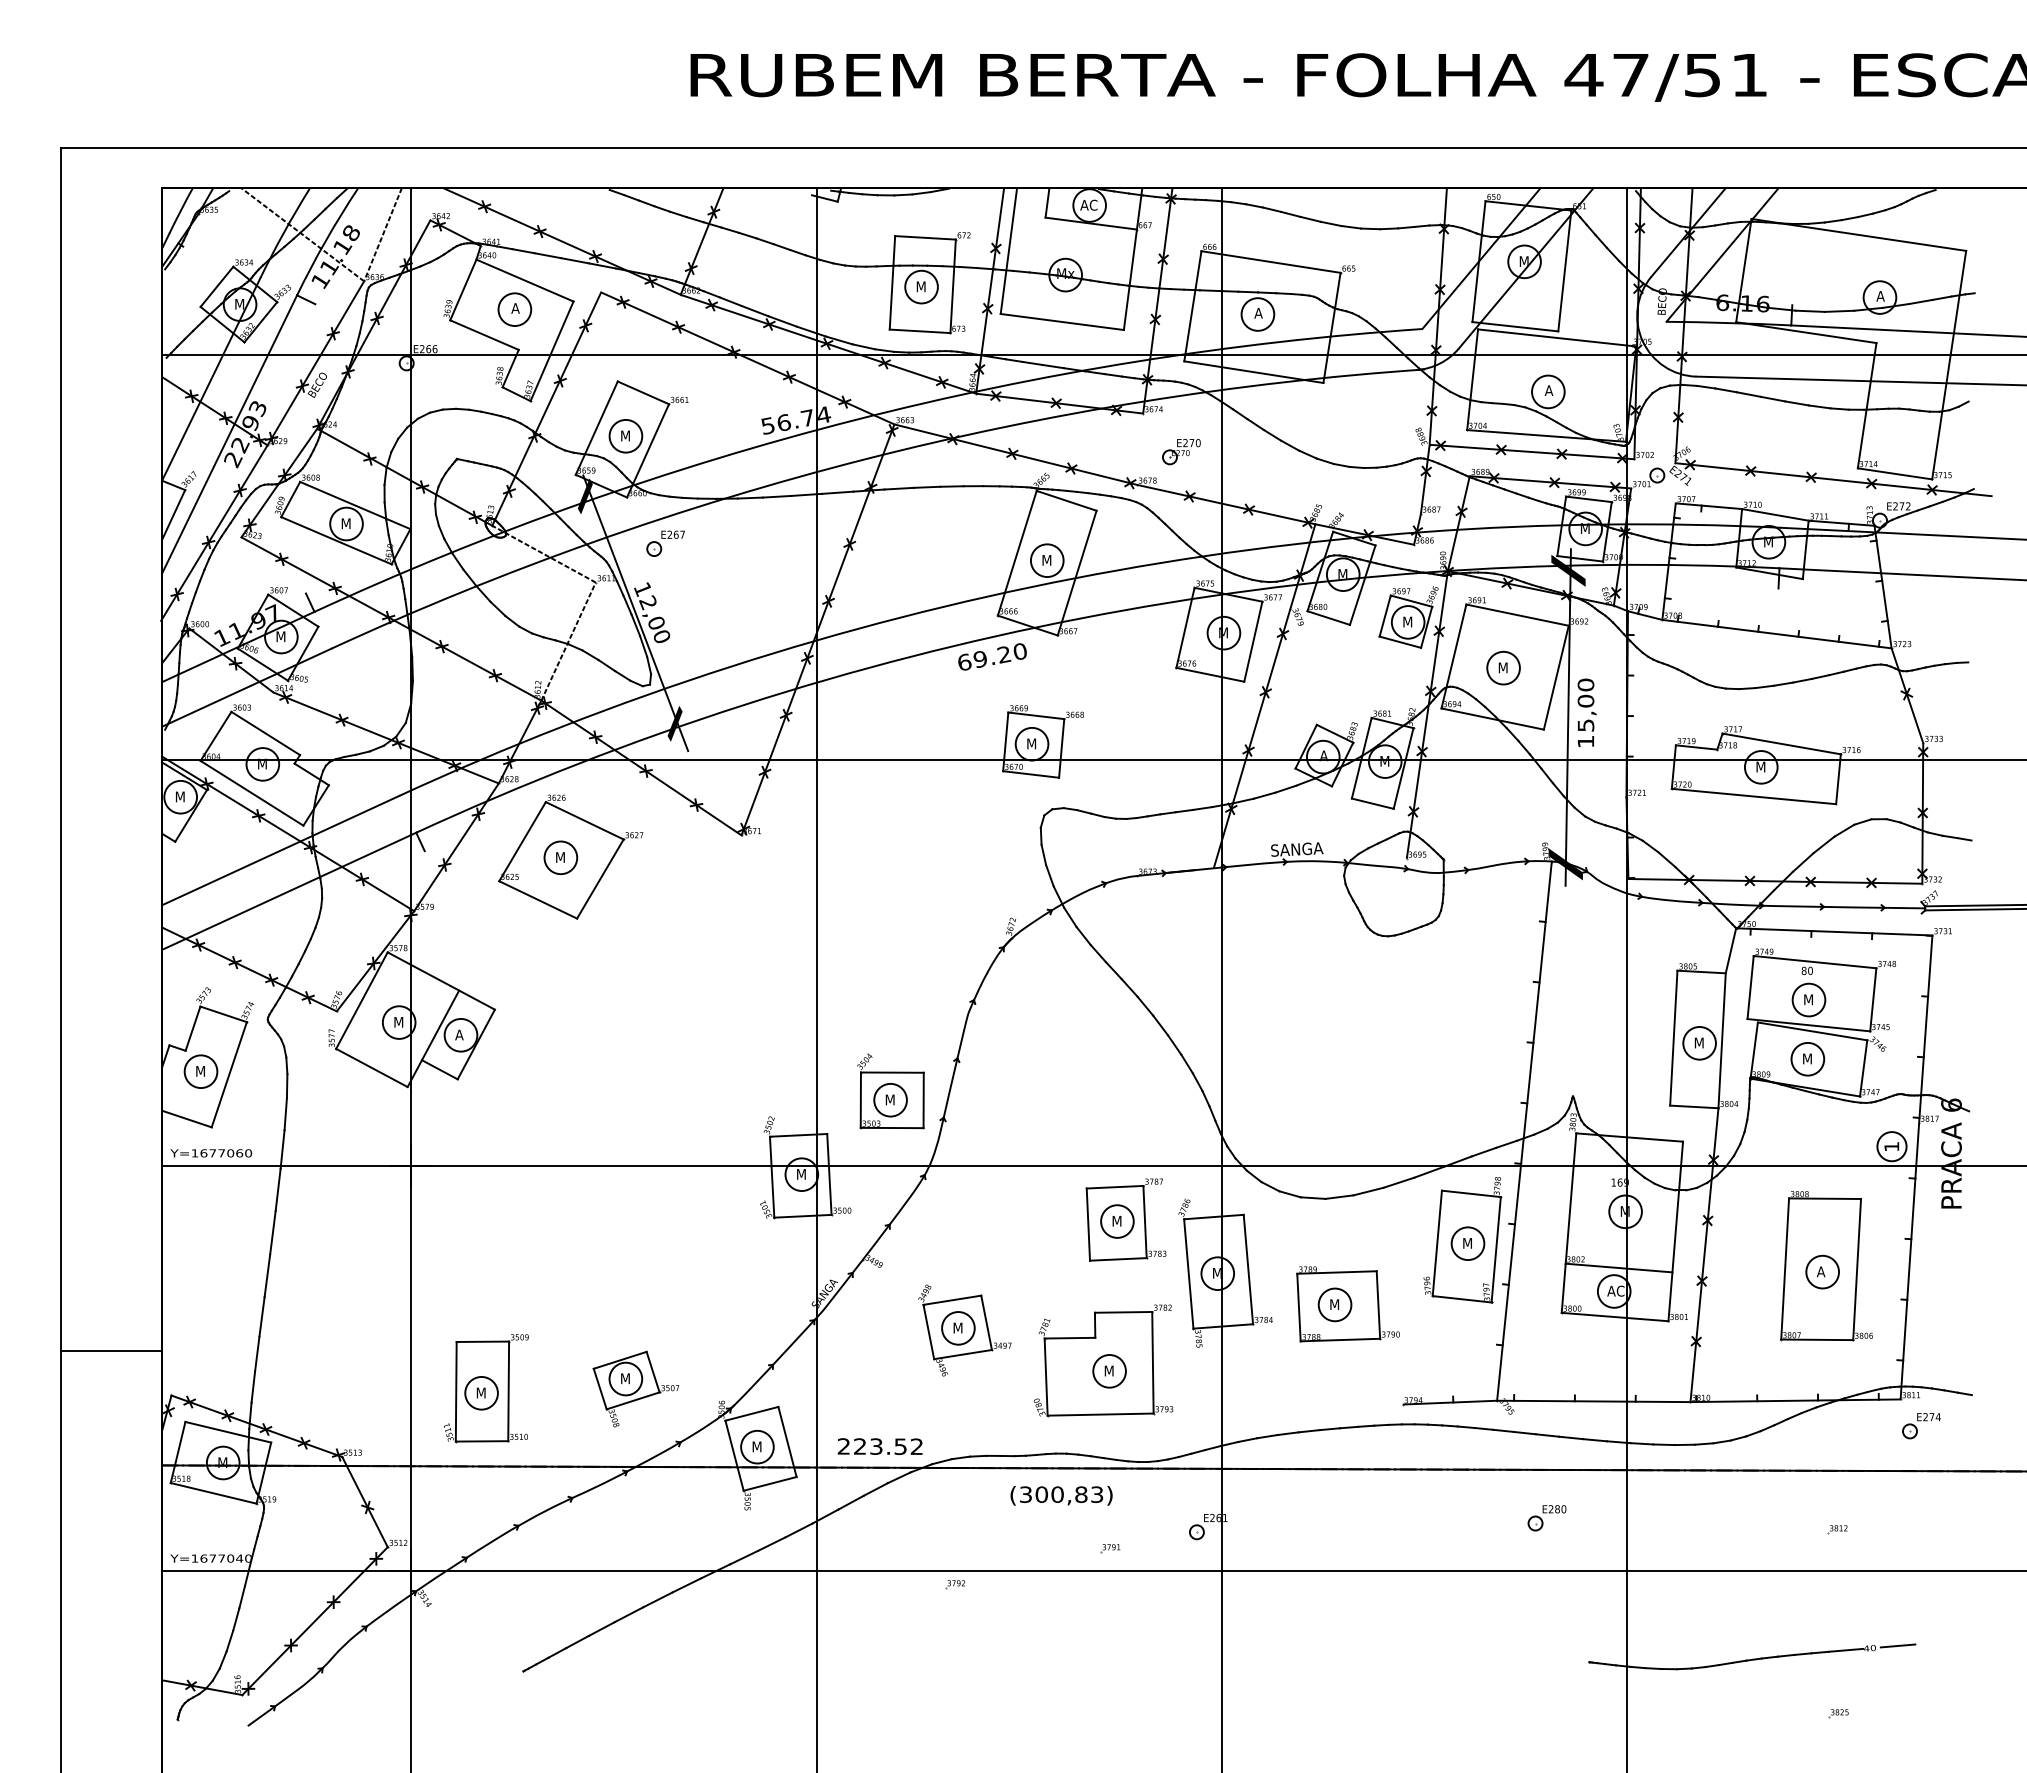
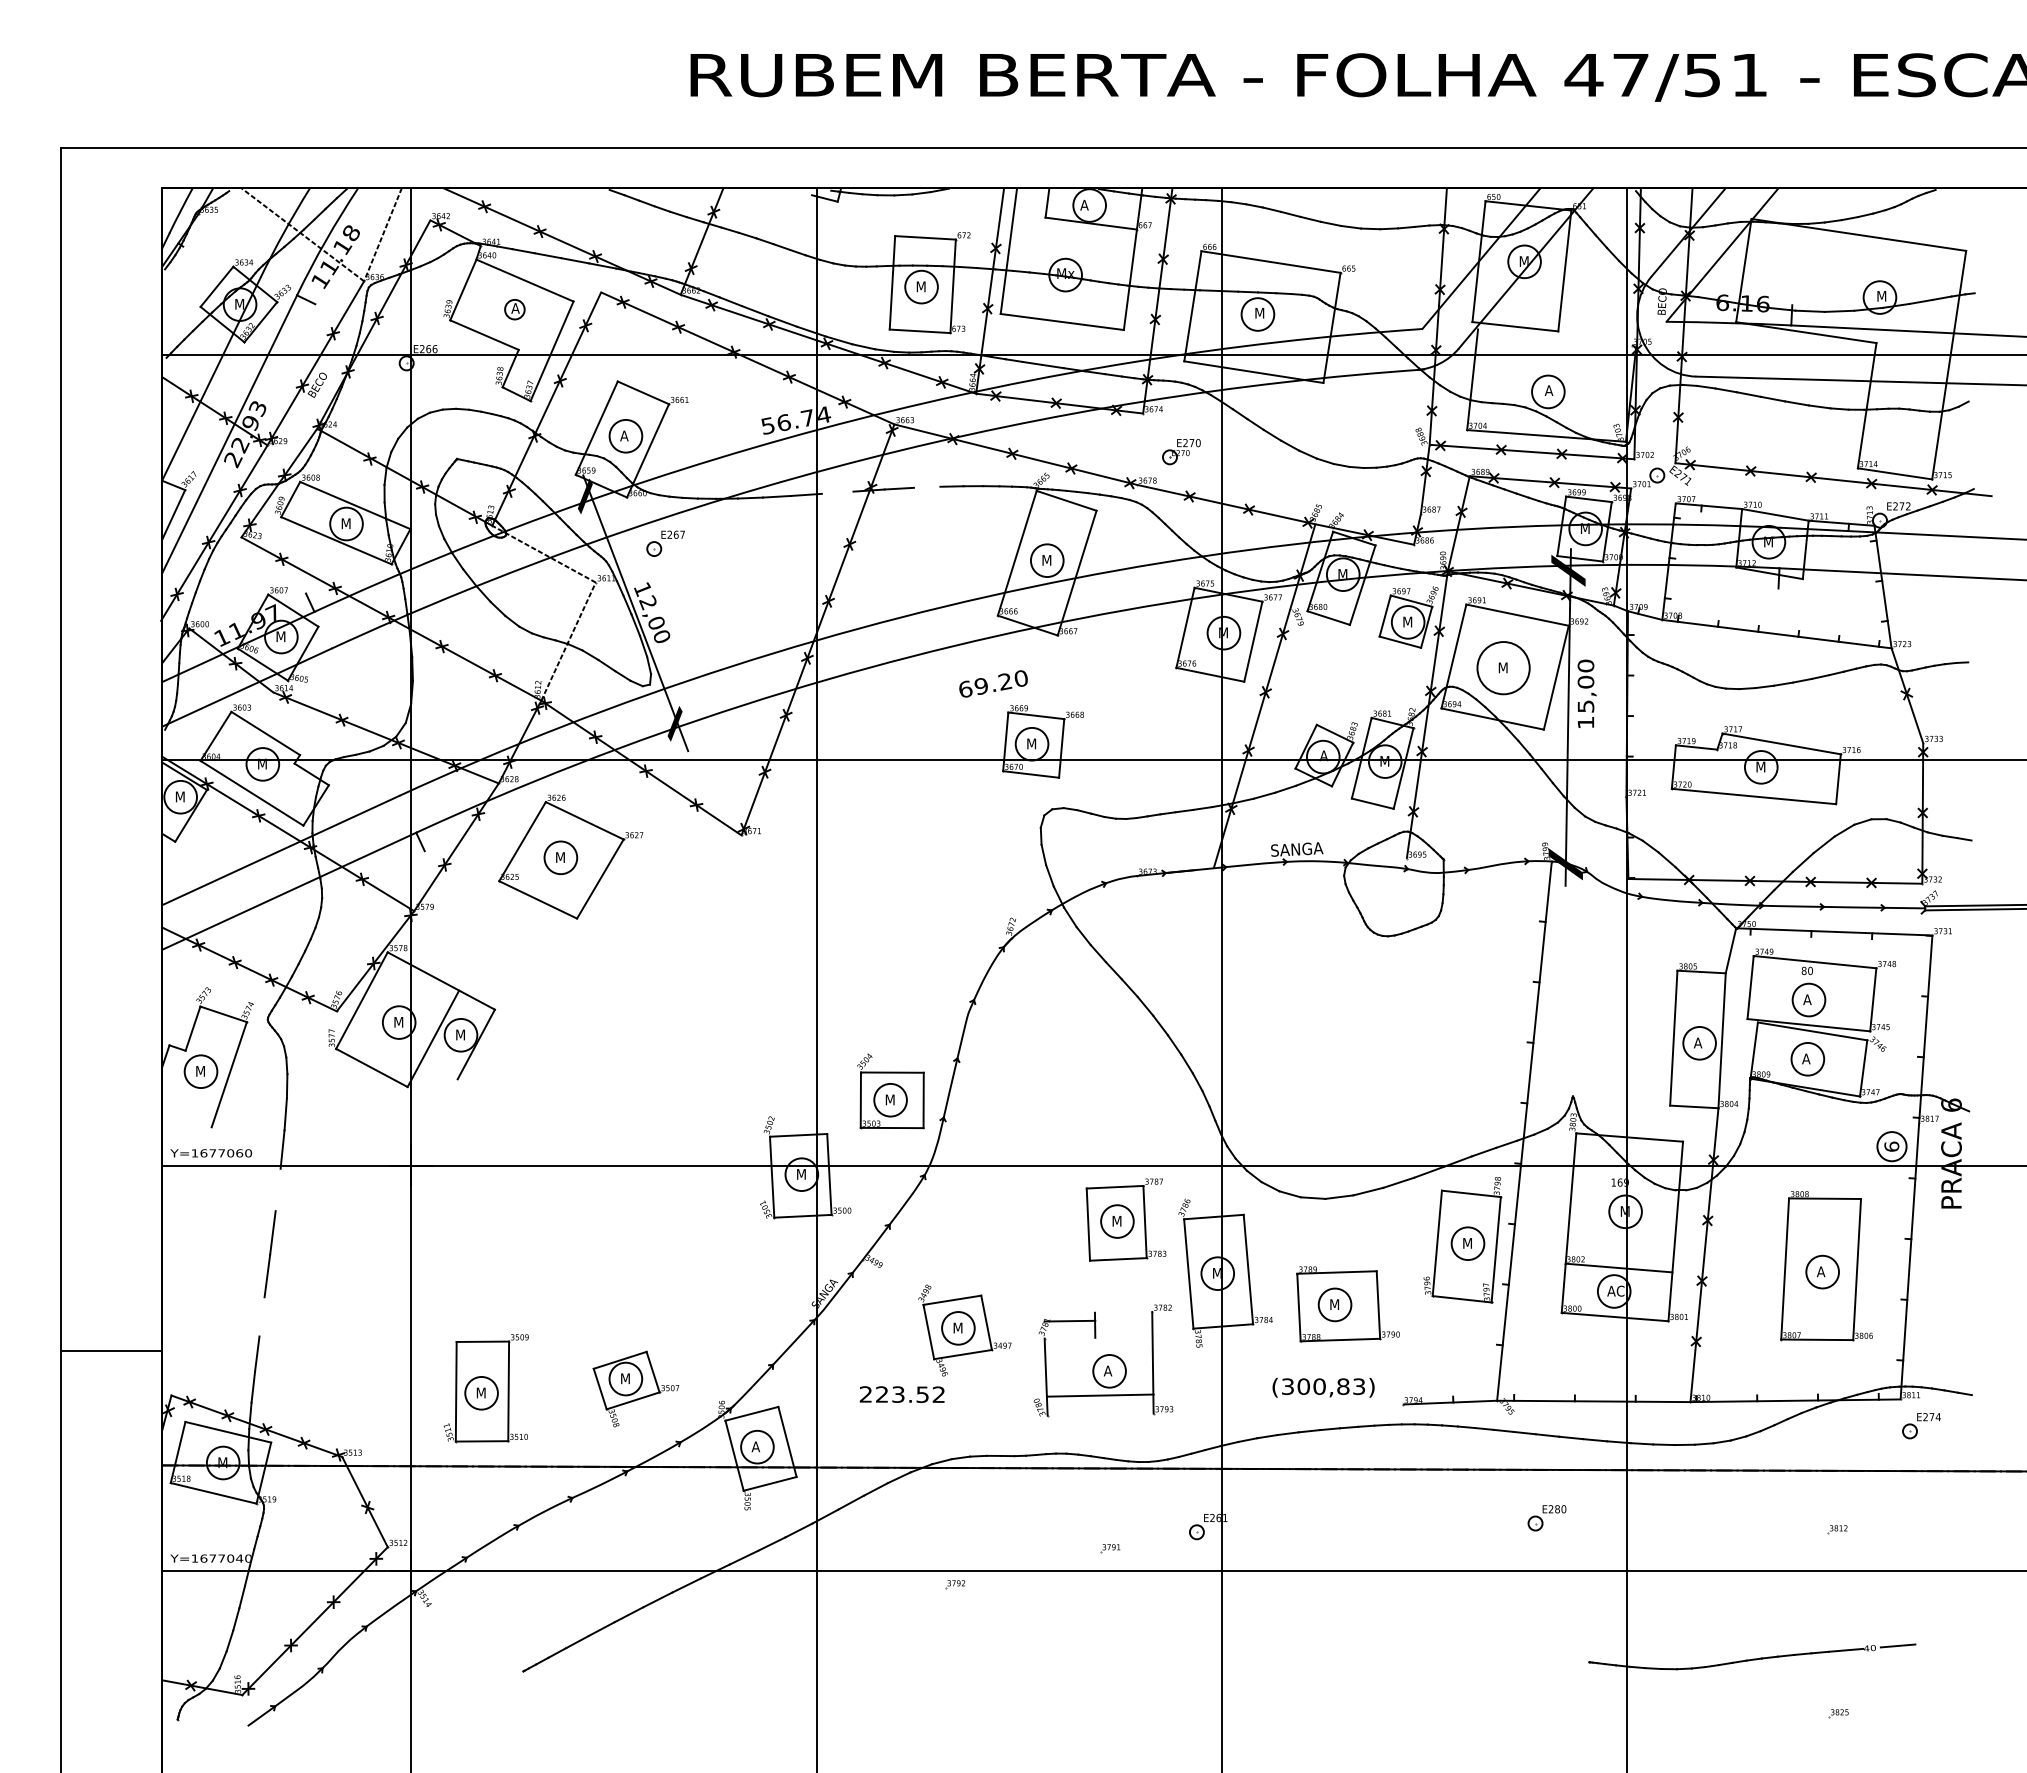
text at (1093, 204): AC -> A
text at (1881, 296): A -> M
circle at (514, 309) diameter: 33 px -> 20 px
text at (1259, 313): A -> M
line at (1557, 337): present -> none
text at (624, 435): M -> A
line at (926, 486): present -> none
line at (837, 492): present -> none
text at (992, 656) position: (992, 656) -> (993, 683)
circle at (1503, 667) diameter: 33 px -> 52 px
text at (1586, 712) position: (1586, 712) -> (1586, 693)
text at (1807, 999): M -> A
text at (459, 1034): A -> M
text at (1698, 1042): M -> A
text at (1806, 1058): M -> A
line at (439, 1069): present -> none
line at (186, 1118): present -> none
text at (1891, 1146): 1 -> 6
line at (277, 1189): present -> none
line at (1123, 1311): present -> none
line at (261, 1316): present -> none
line at (1069, 1337) position: (1069, 1337) -> (1069, 1320)
text at (1108, 1370): M -> A
line at (1100, 1414) position: (1100, 1414) -> (1100, 1395)
text at (756, 1446): M -> A
text at (879, 1446) position: (879, 1446) -> (901, 1394)
text at (1061, 1495) position: (1061, 1495) -> (1323, 1387)
